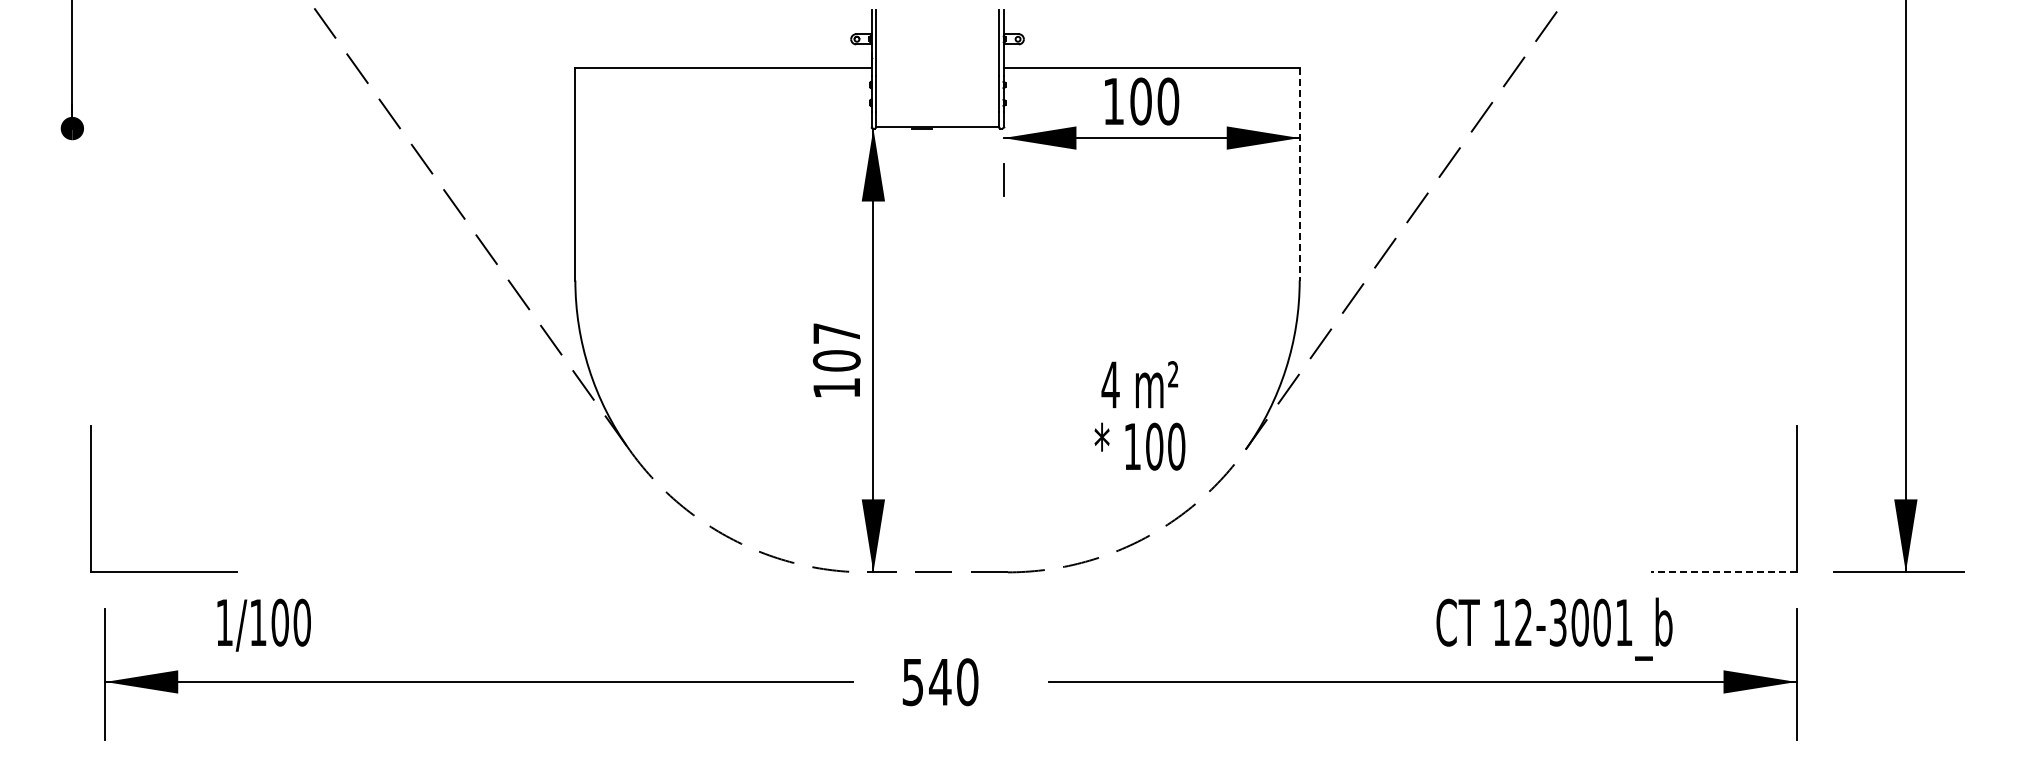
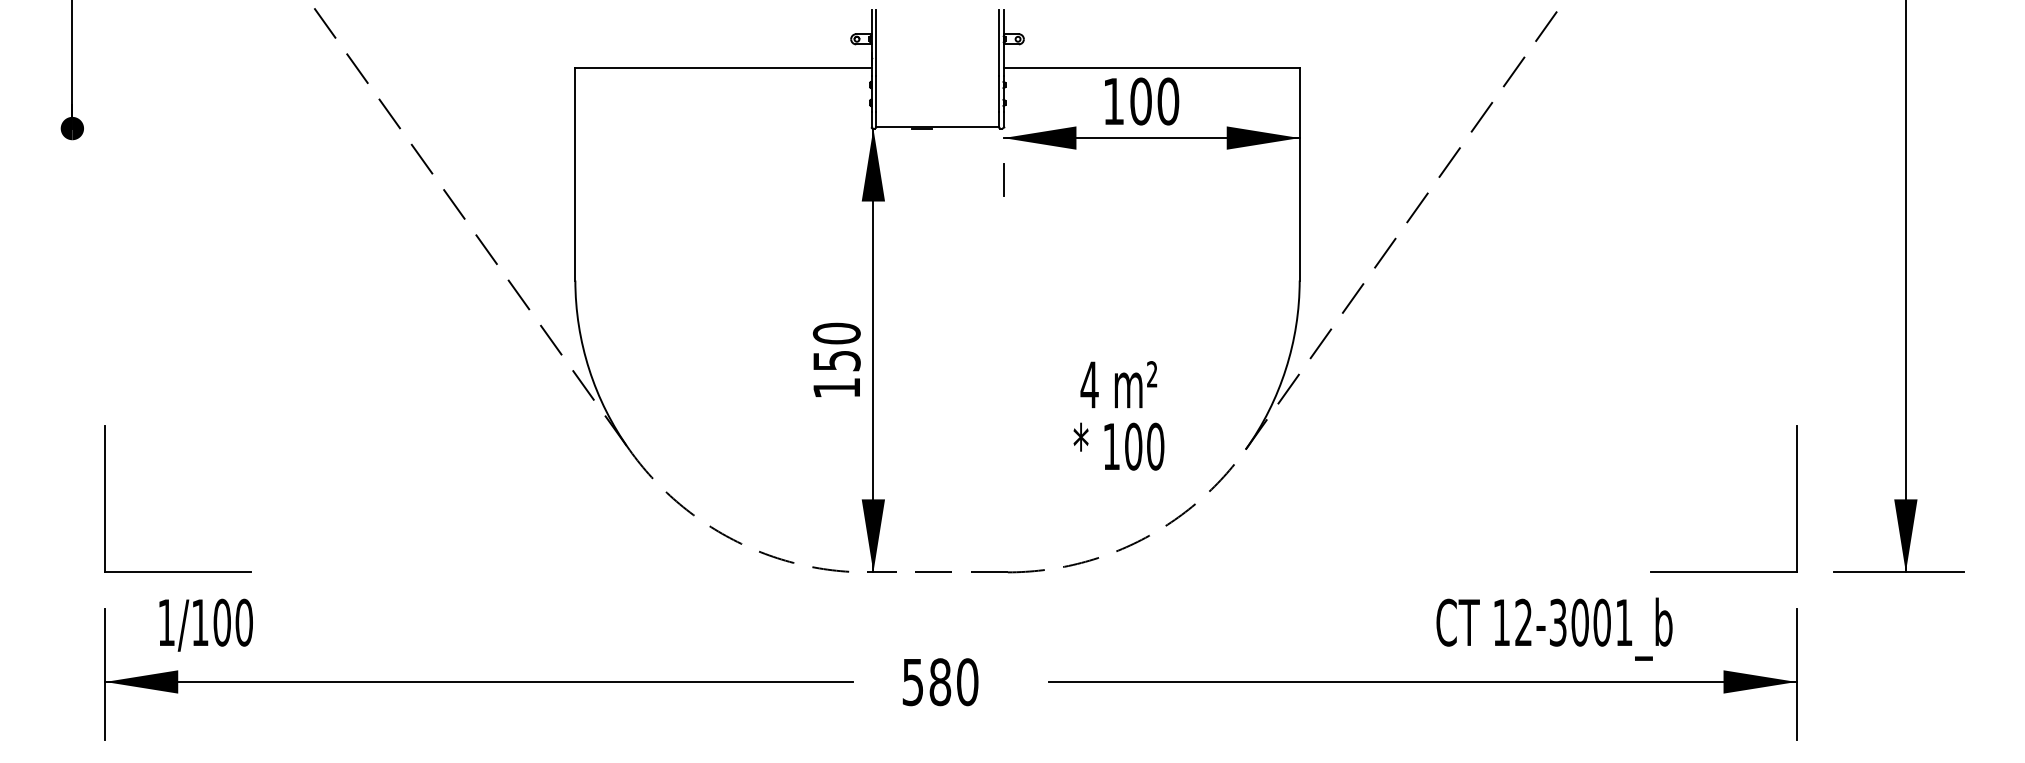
line at (1299, 174): dashed -> solid
text at (836, 346): 107 -> 150
text at (1139, 415) position: (1139, 415) -> (1118, 415)
part at (91, 498) position: (91, 498) -> (105, 498)
line at (1723, 572): dashed -> solid
text at (263, 624) position: (263, 624) -> (205, 624)
text at (940, 682): 540 -> 580
